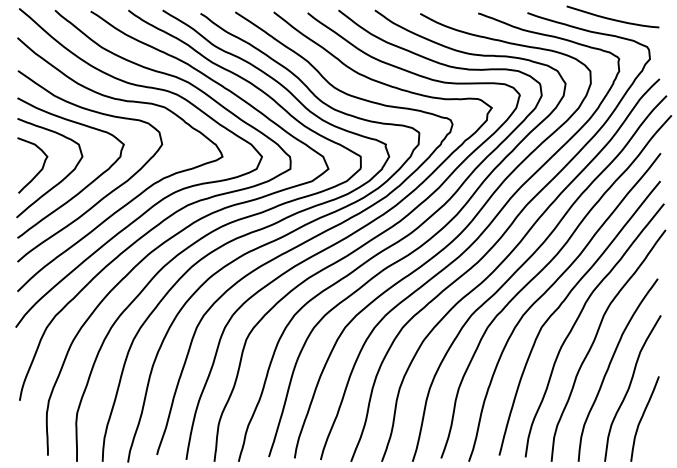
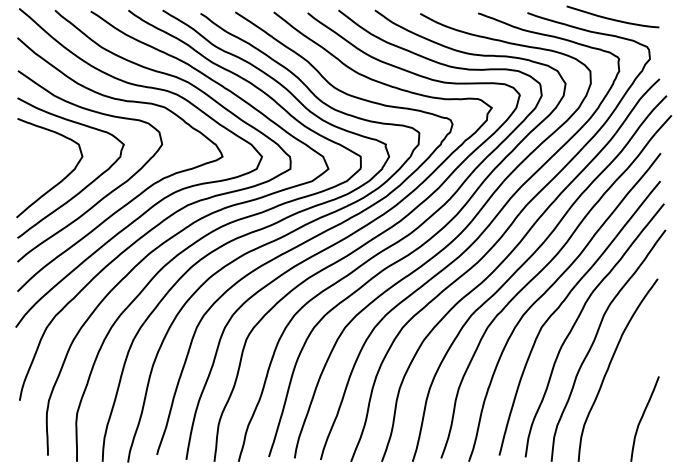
curve at (38, 171): present -> none
curve at (630, 387): present -> none
